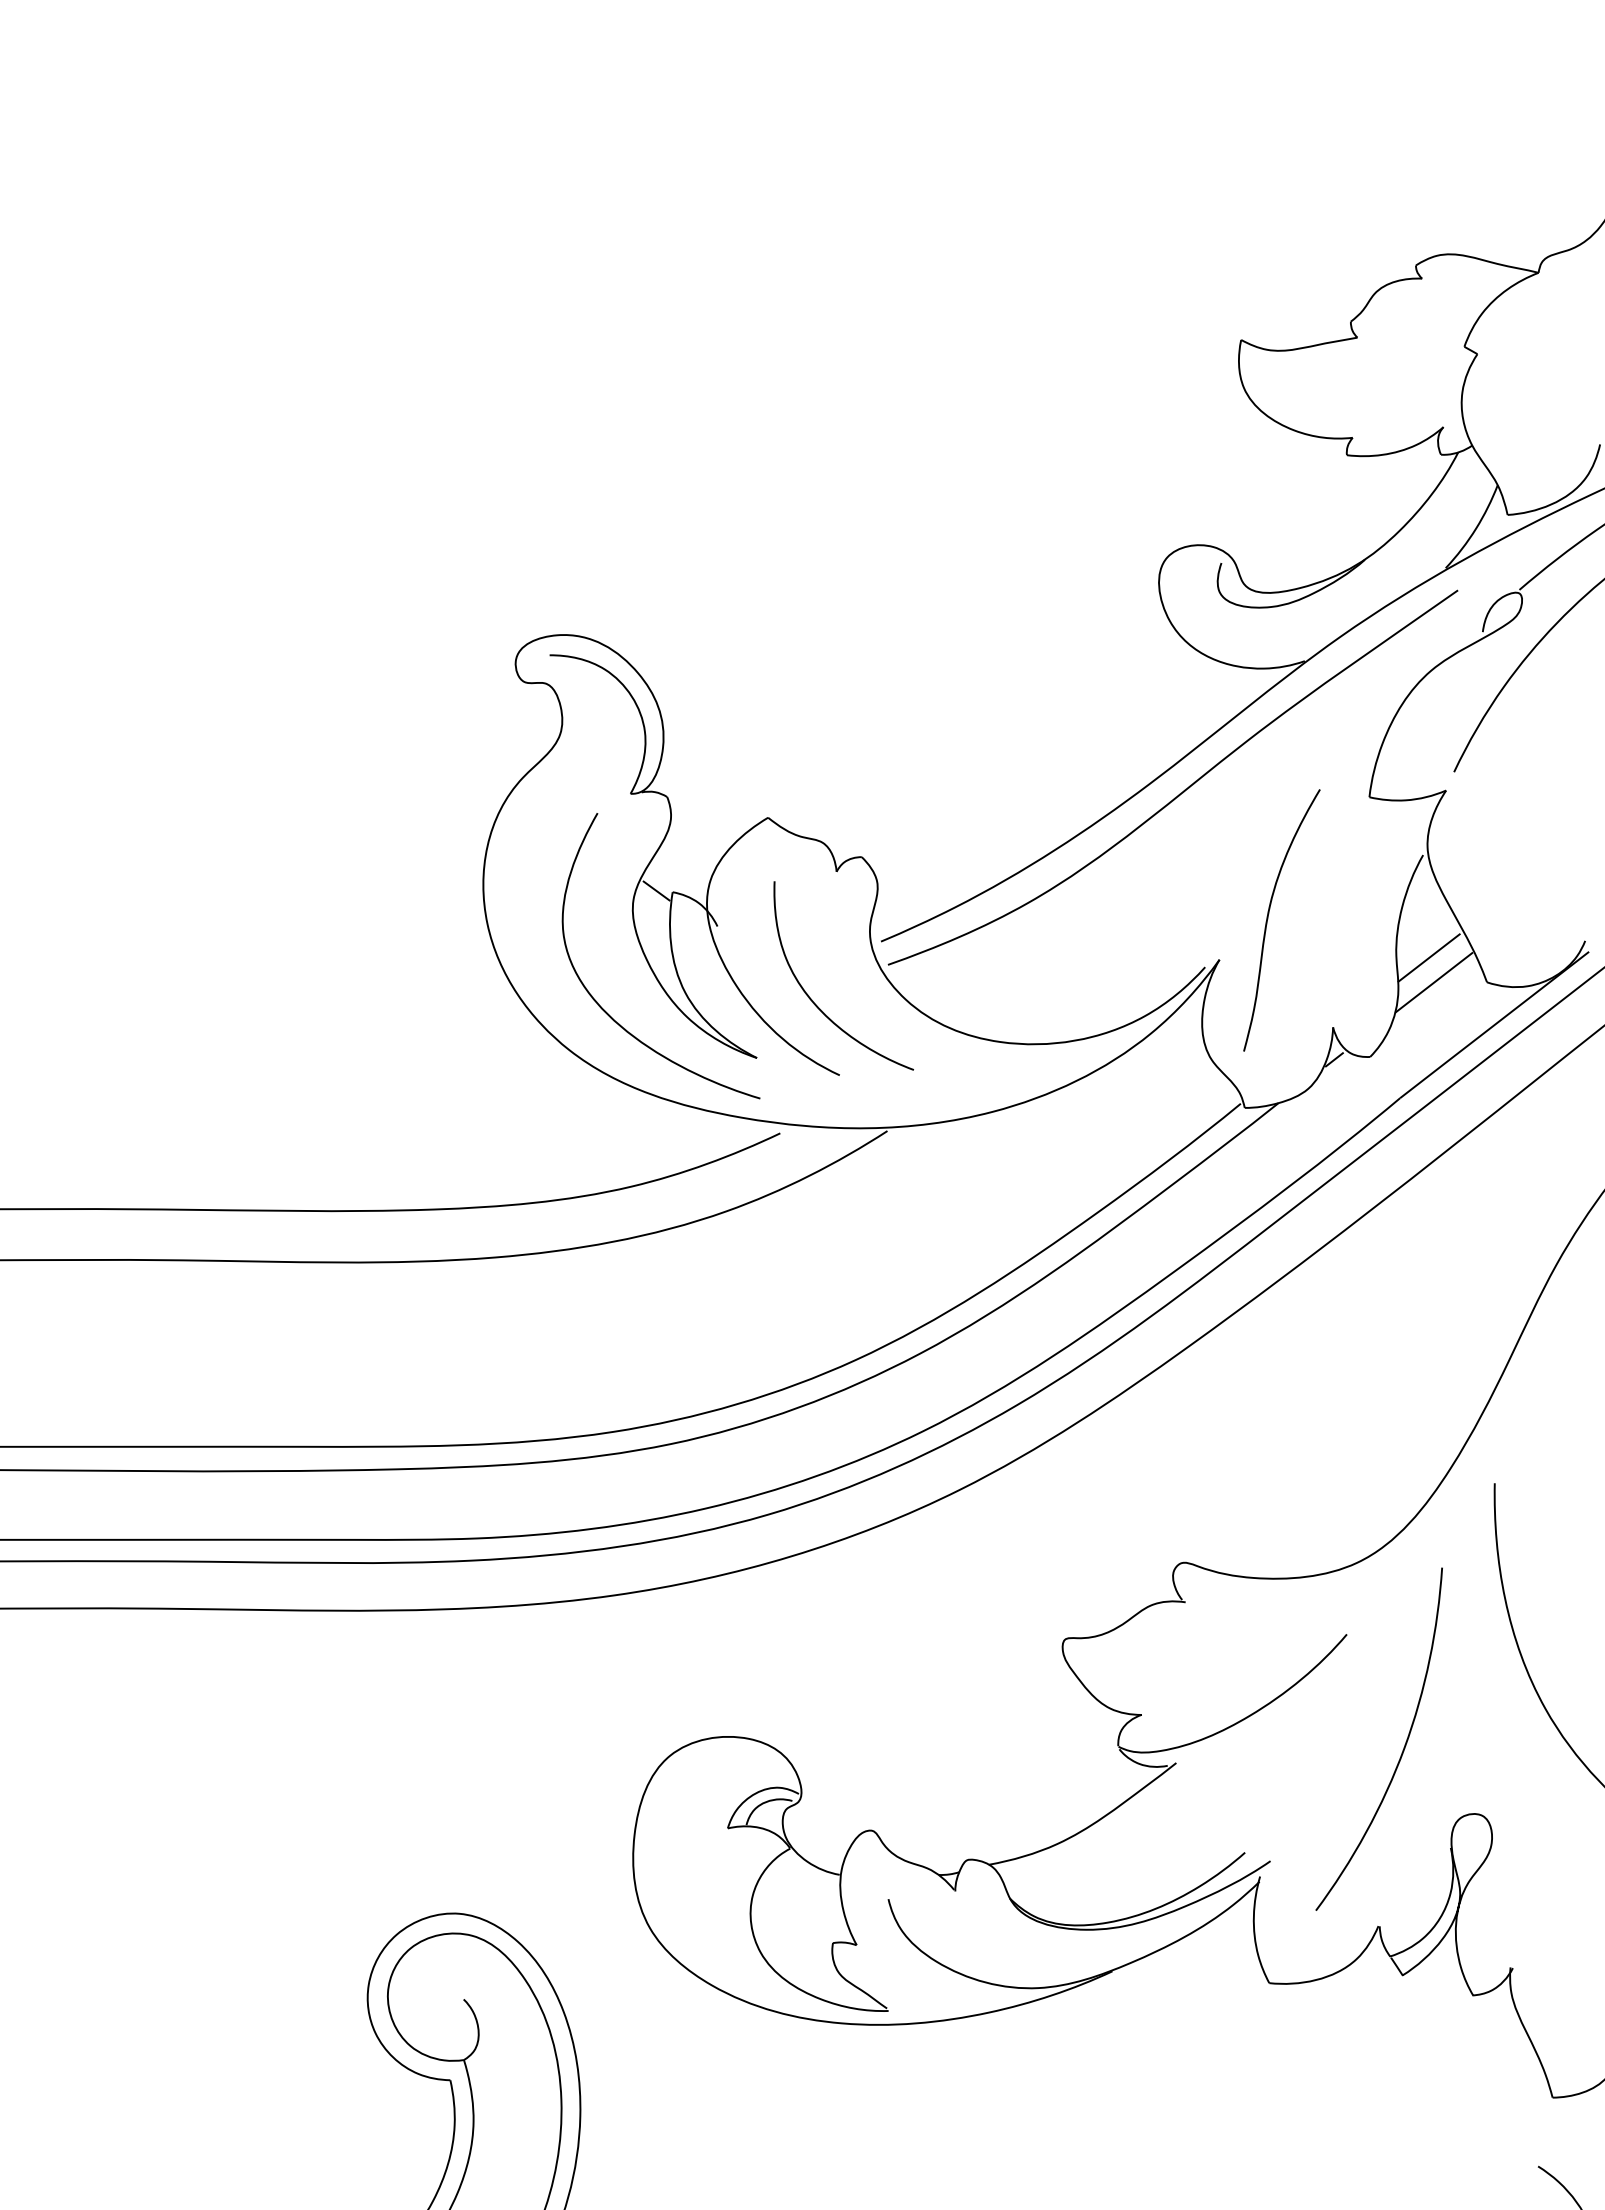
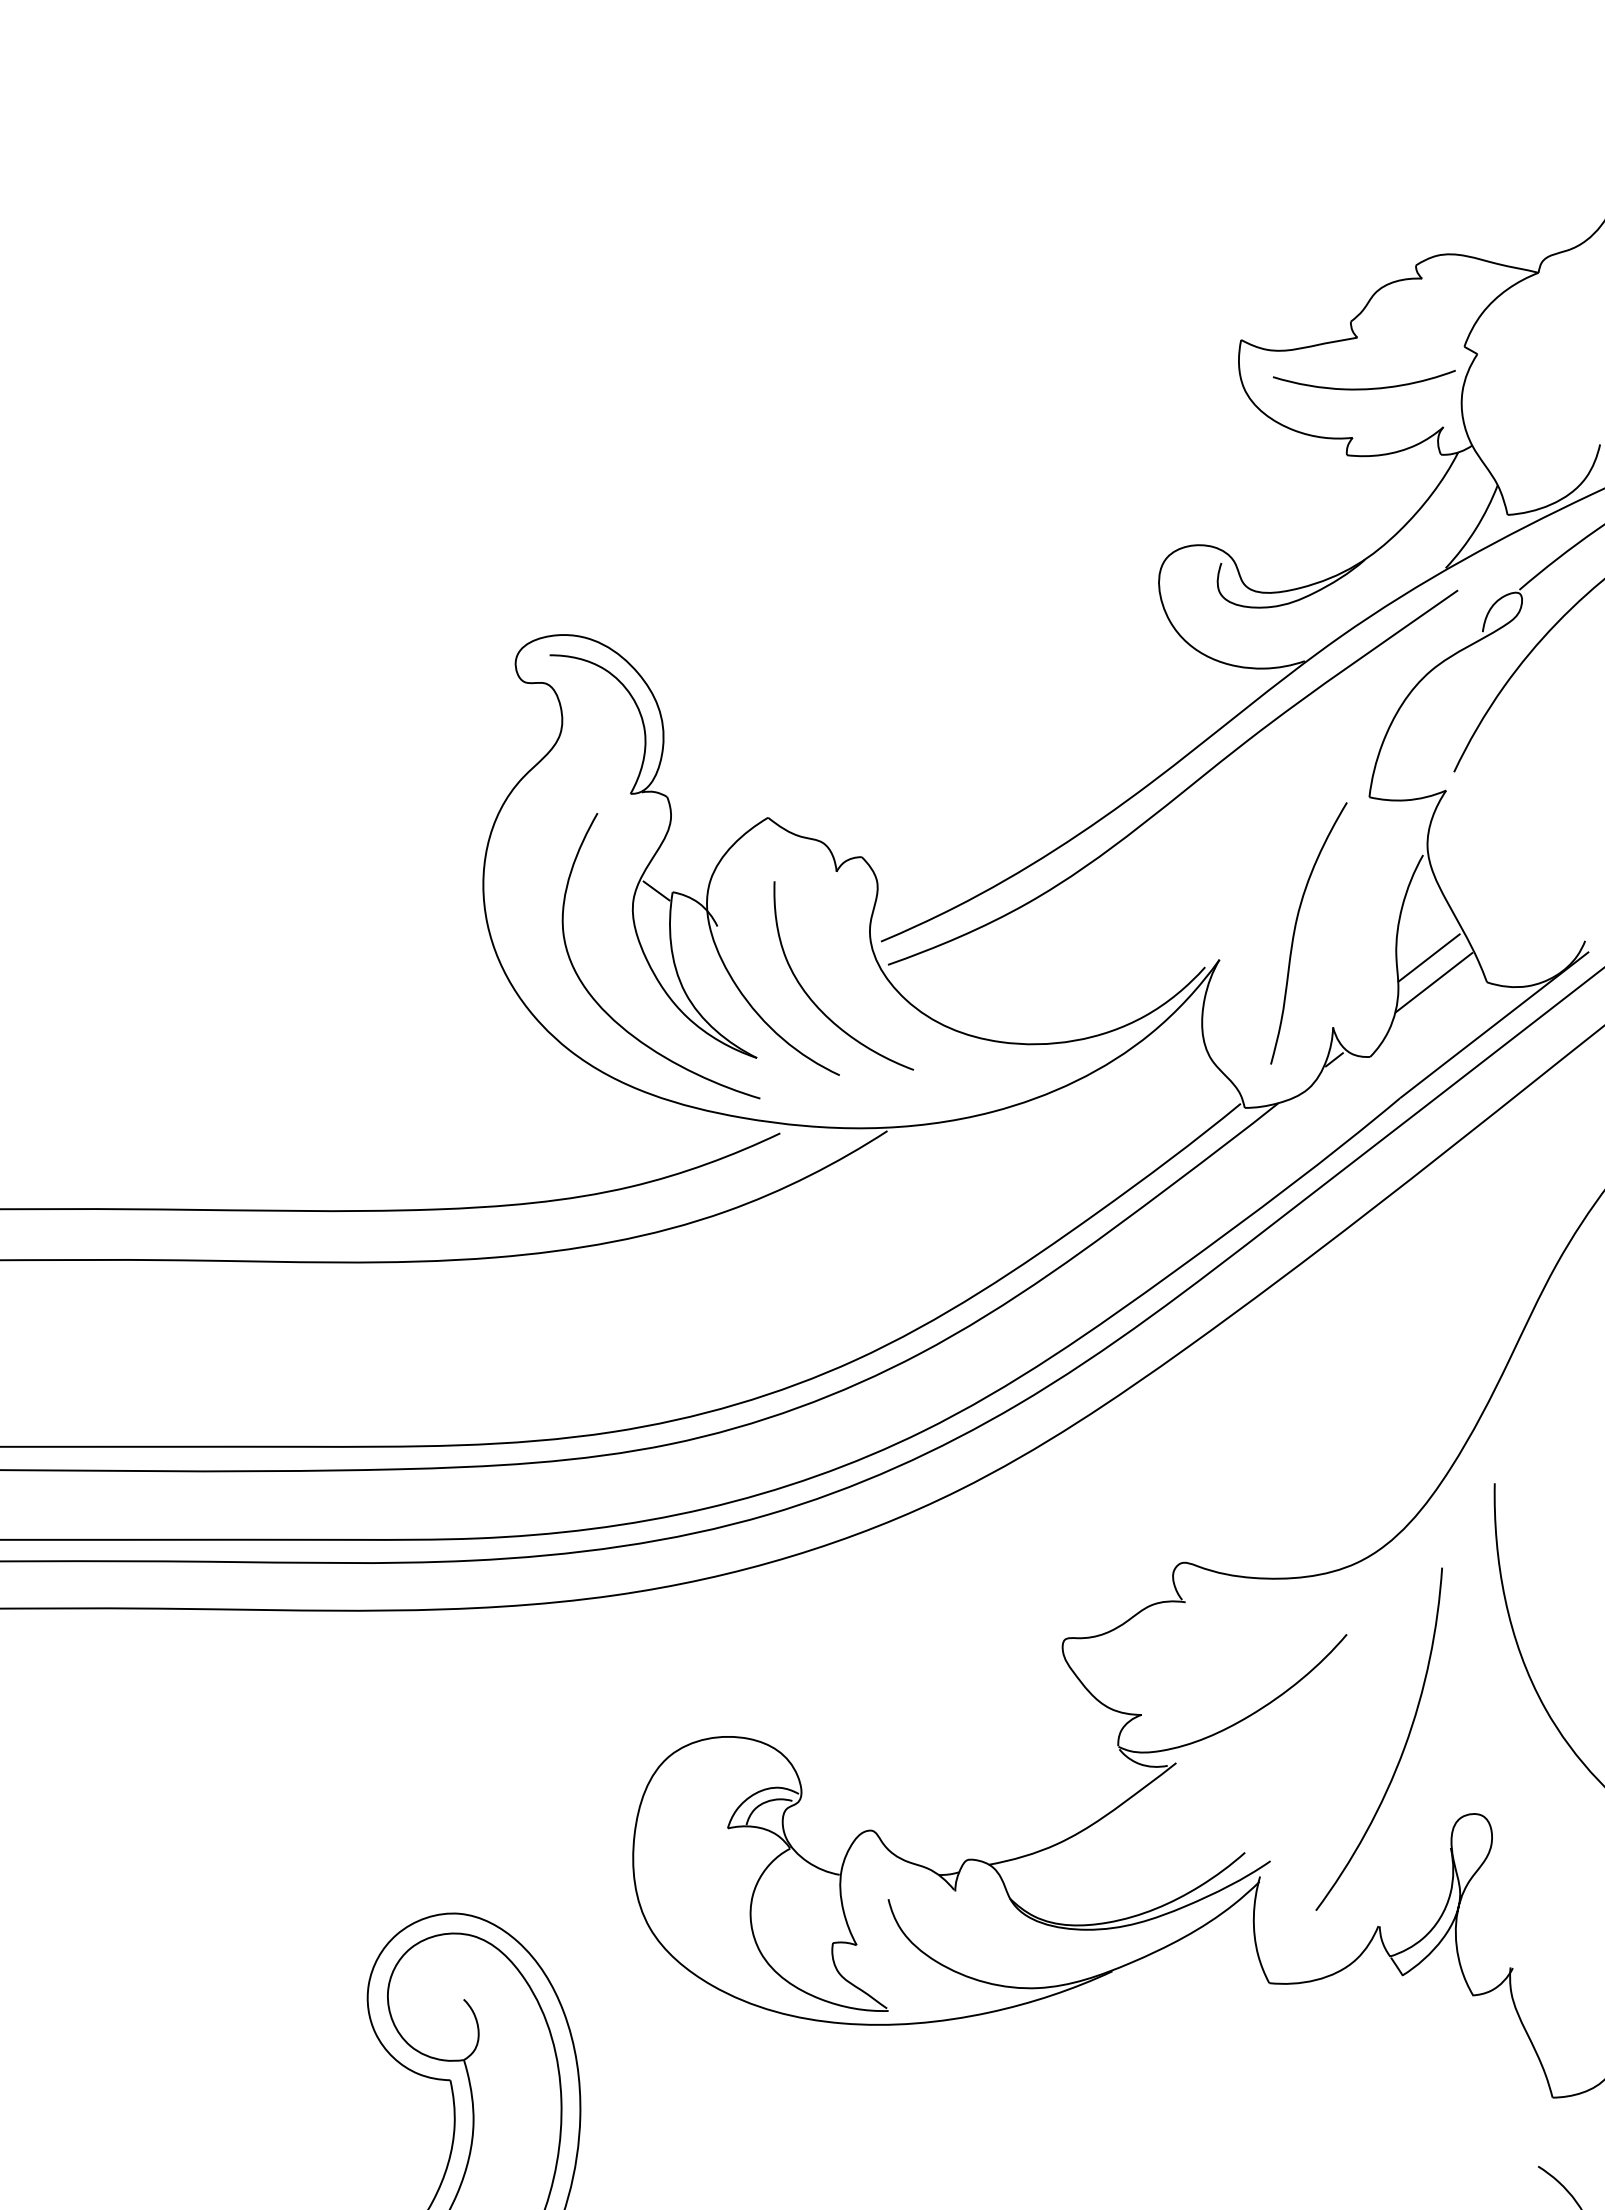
curve at (1363, 388): none -> present
curve at (1268, 919) position: (1268, 919) -> (1295, 932)
